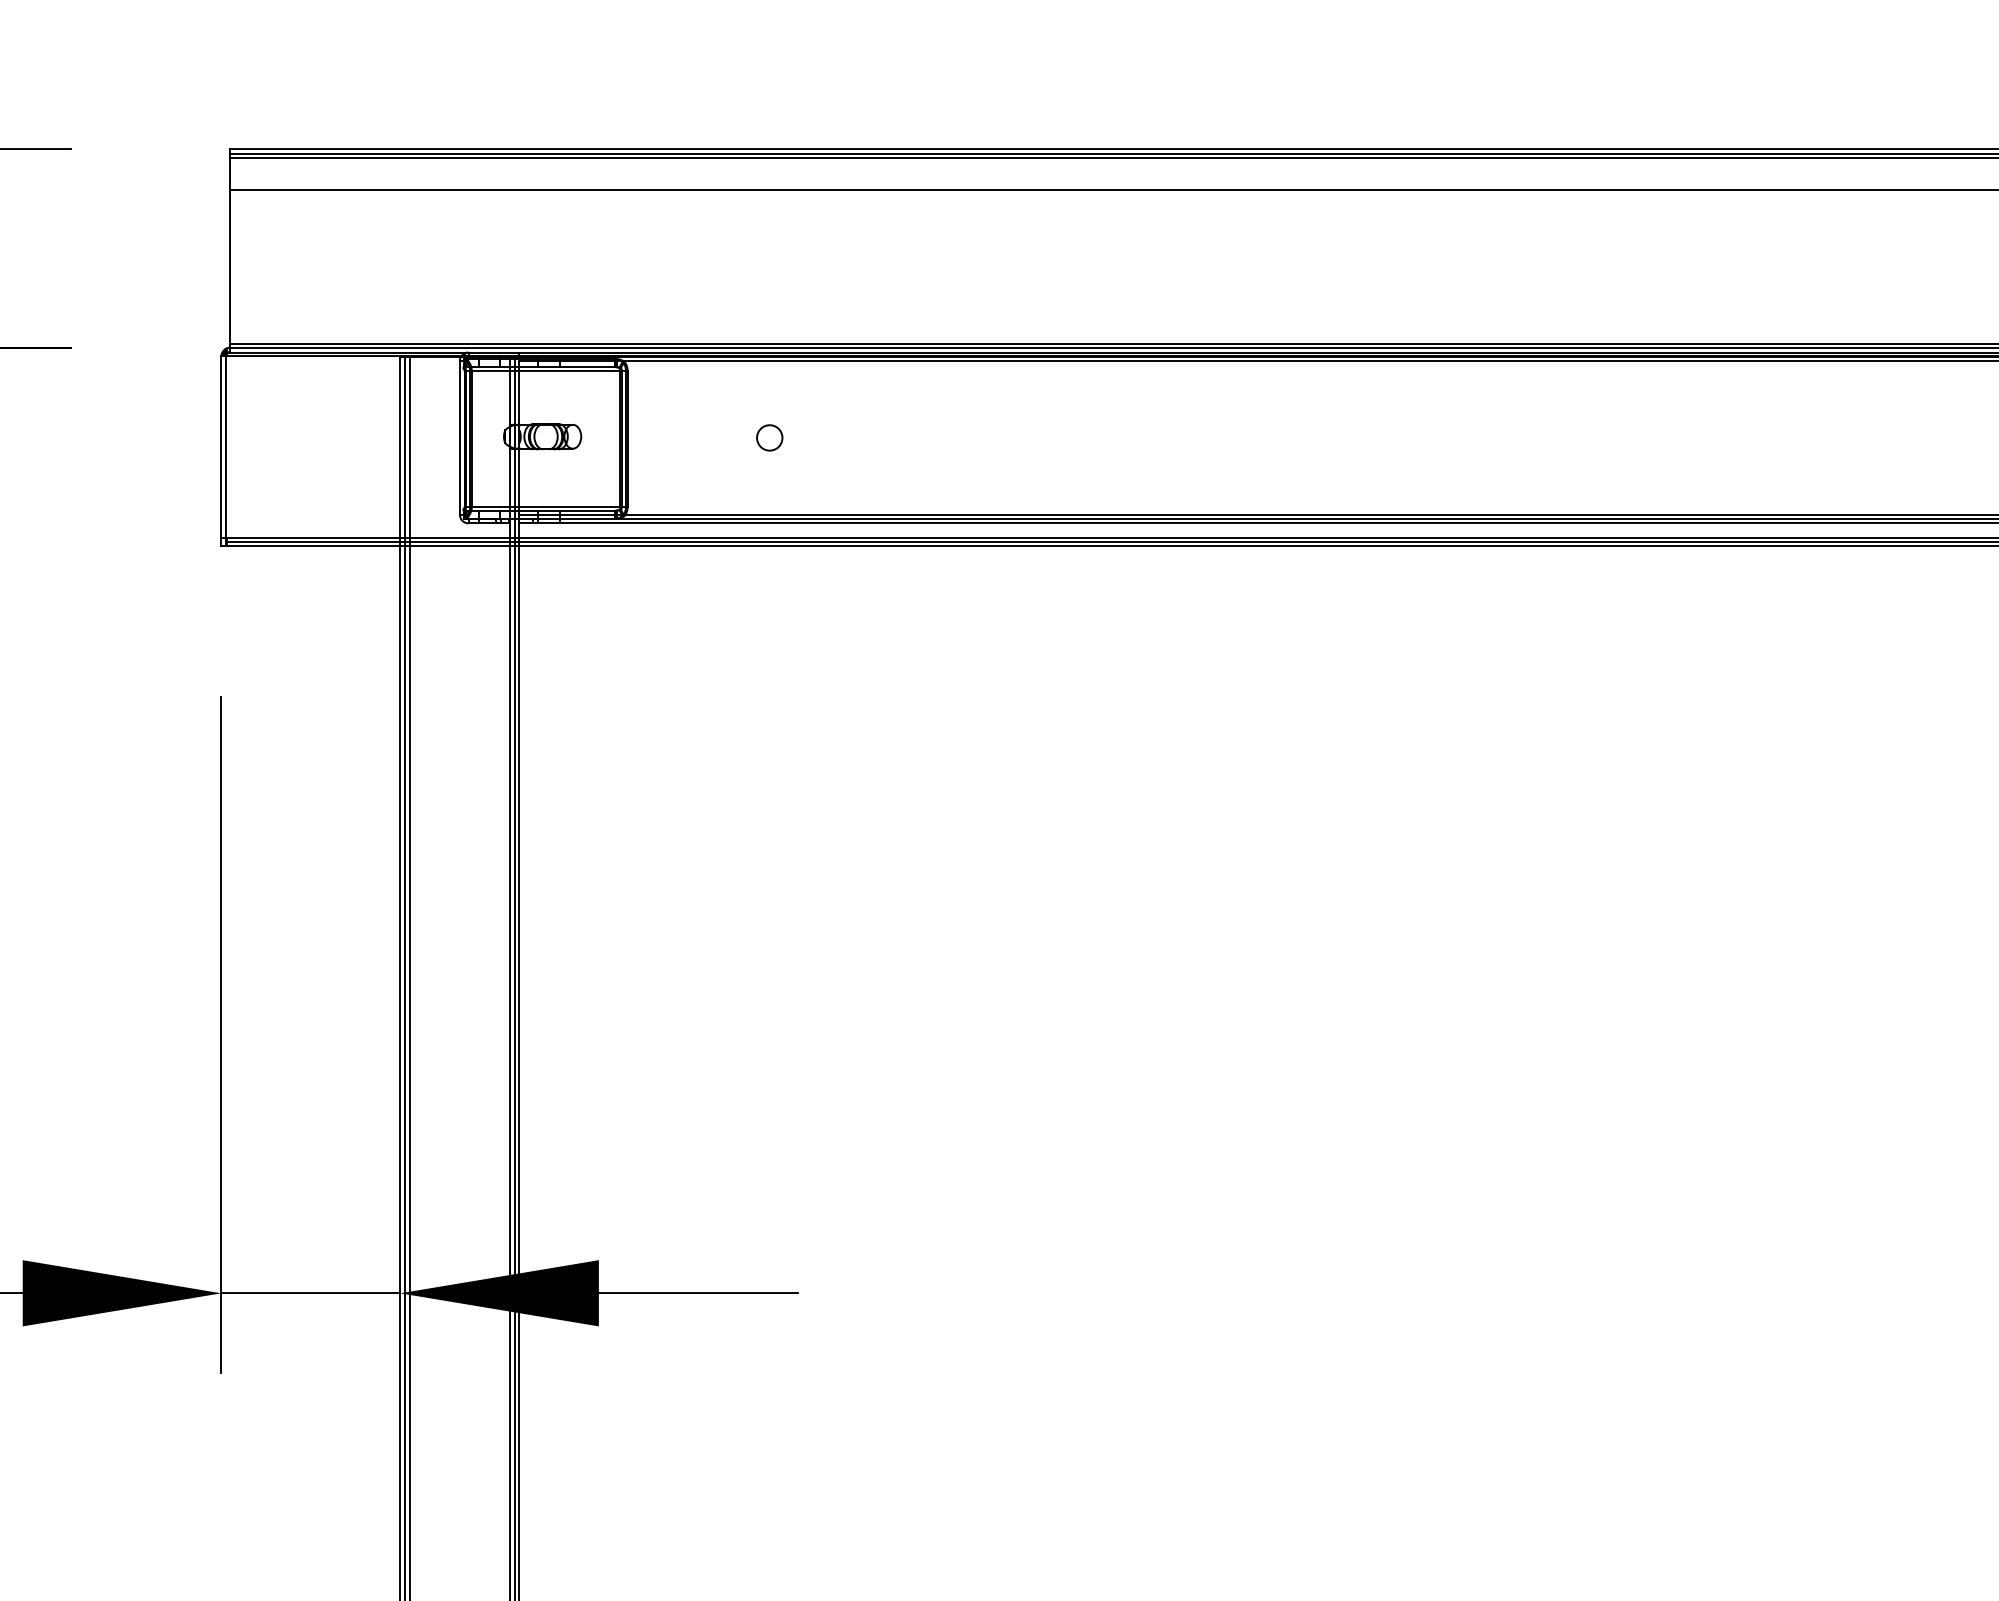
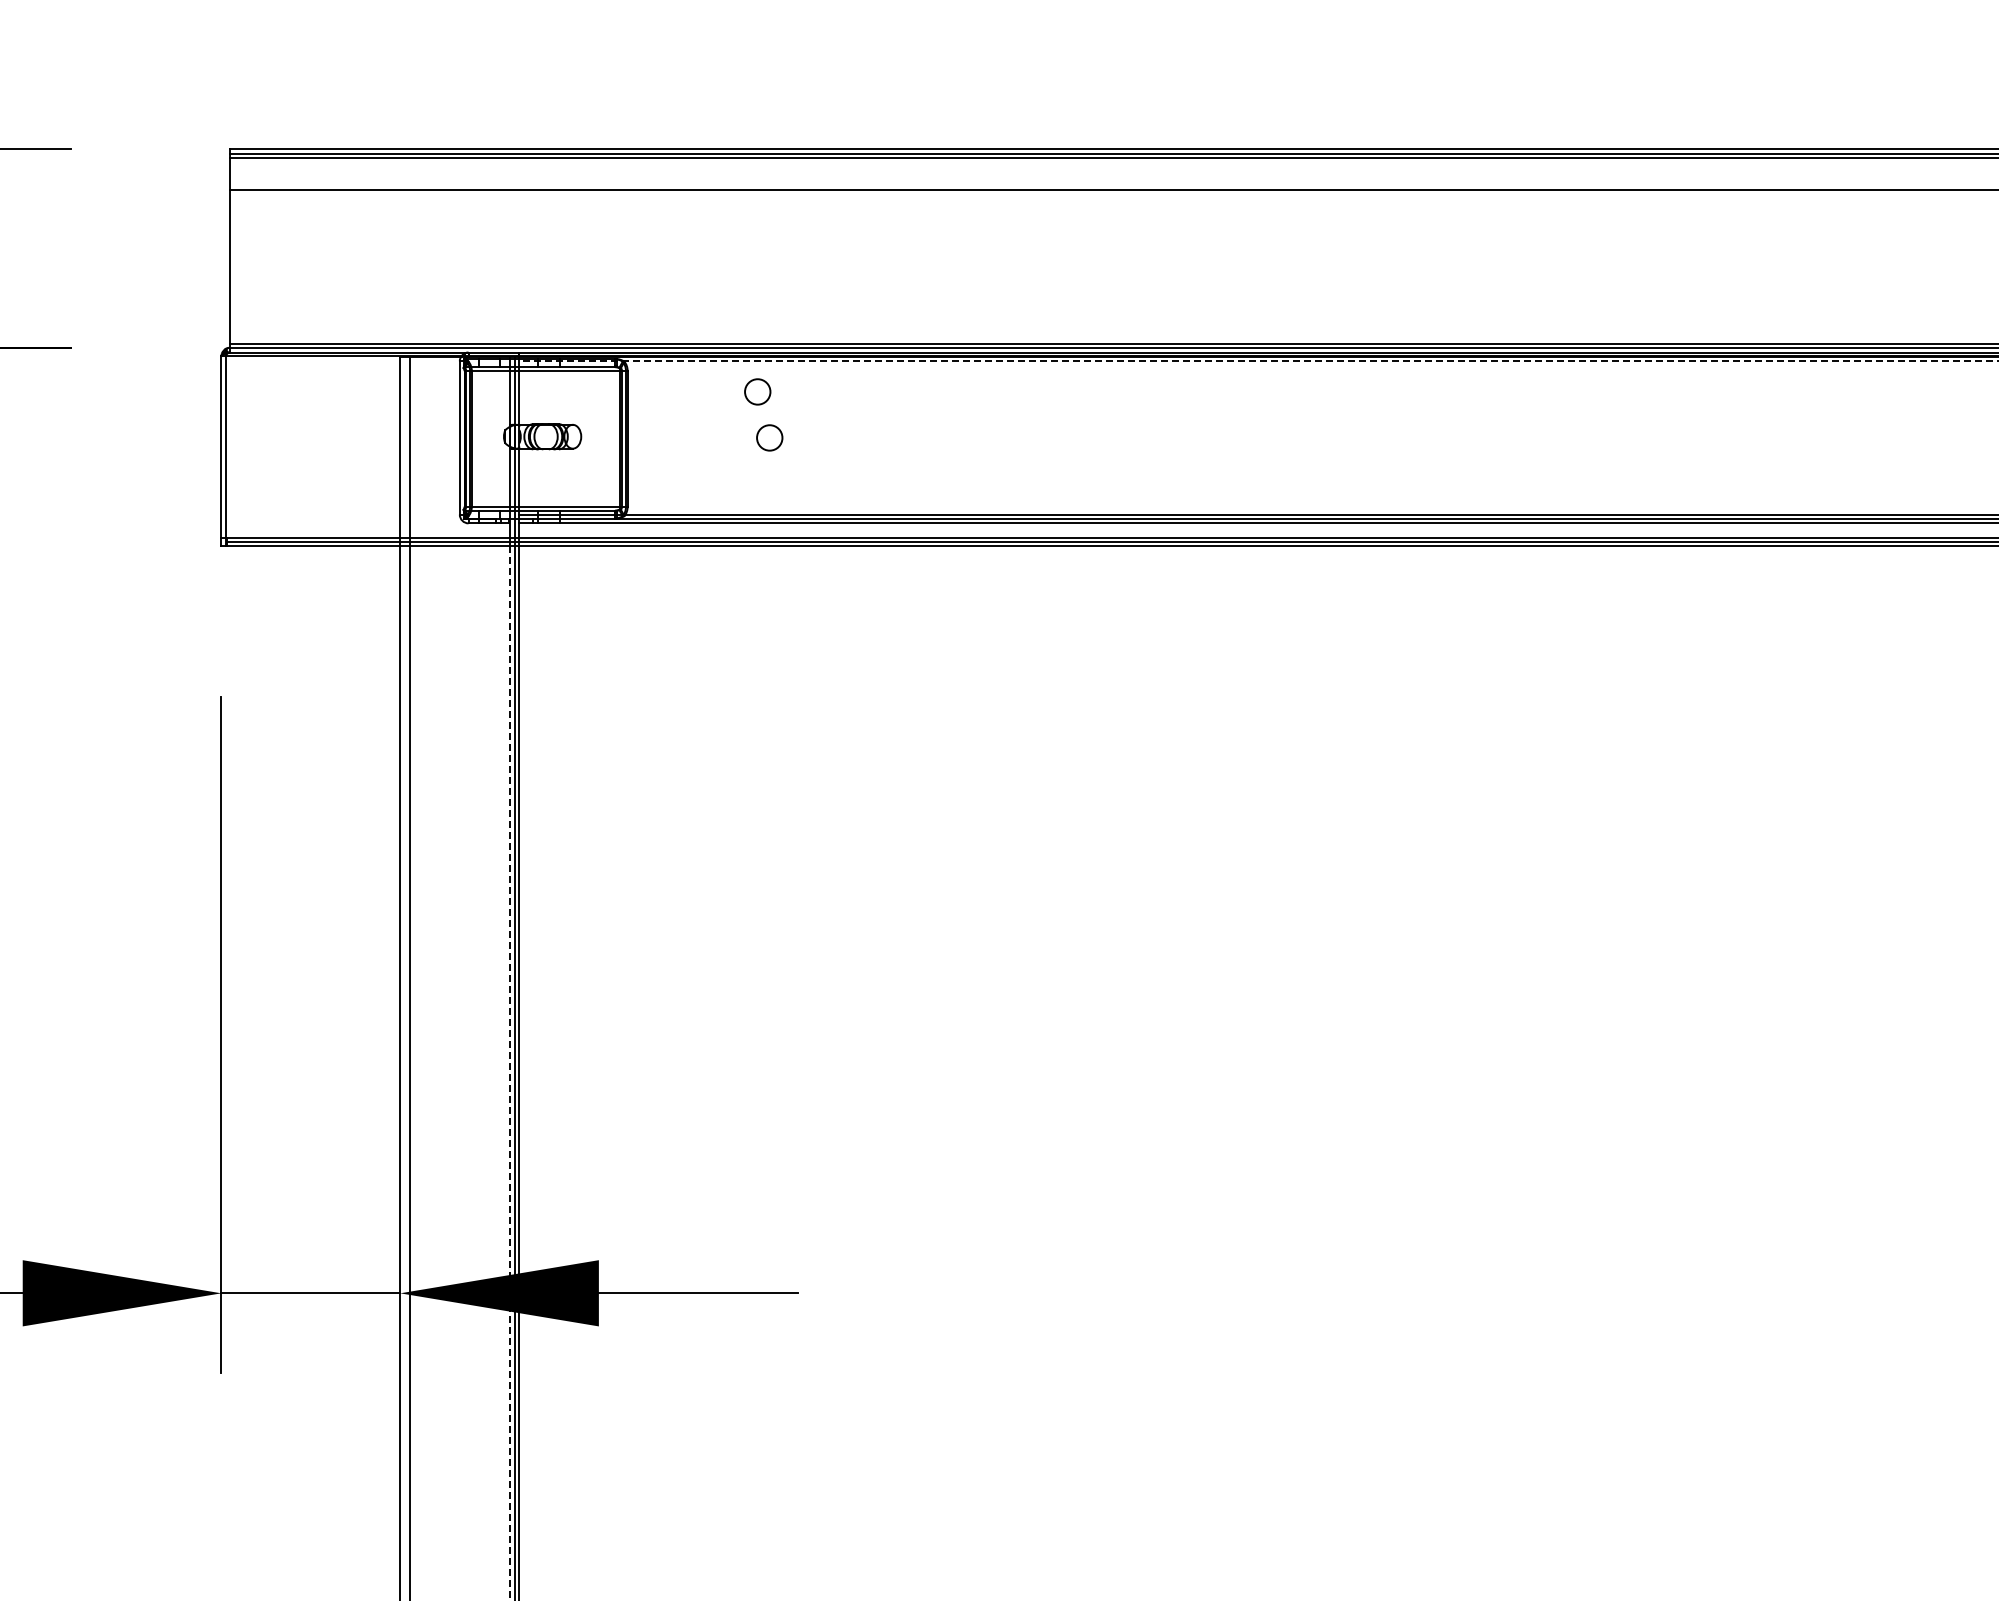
line at (1258, 361): solid -> dashed
circle at (757, 391): none -> present
line at (404, 977): present -> none
line at (509, 1073): solid -> dashed
